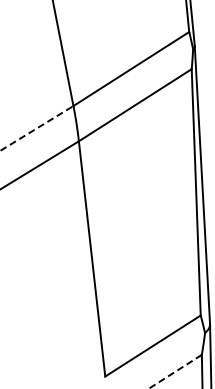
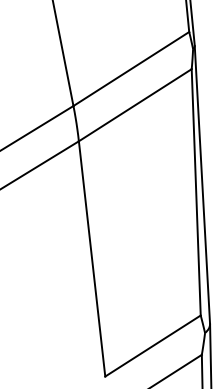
line at (36, 128): dashed -> solid
line at (174, 372): dashed -> solid
